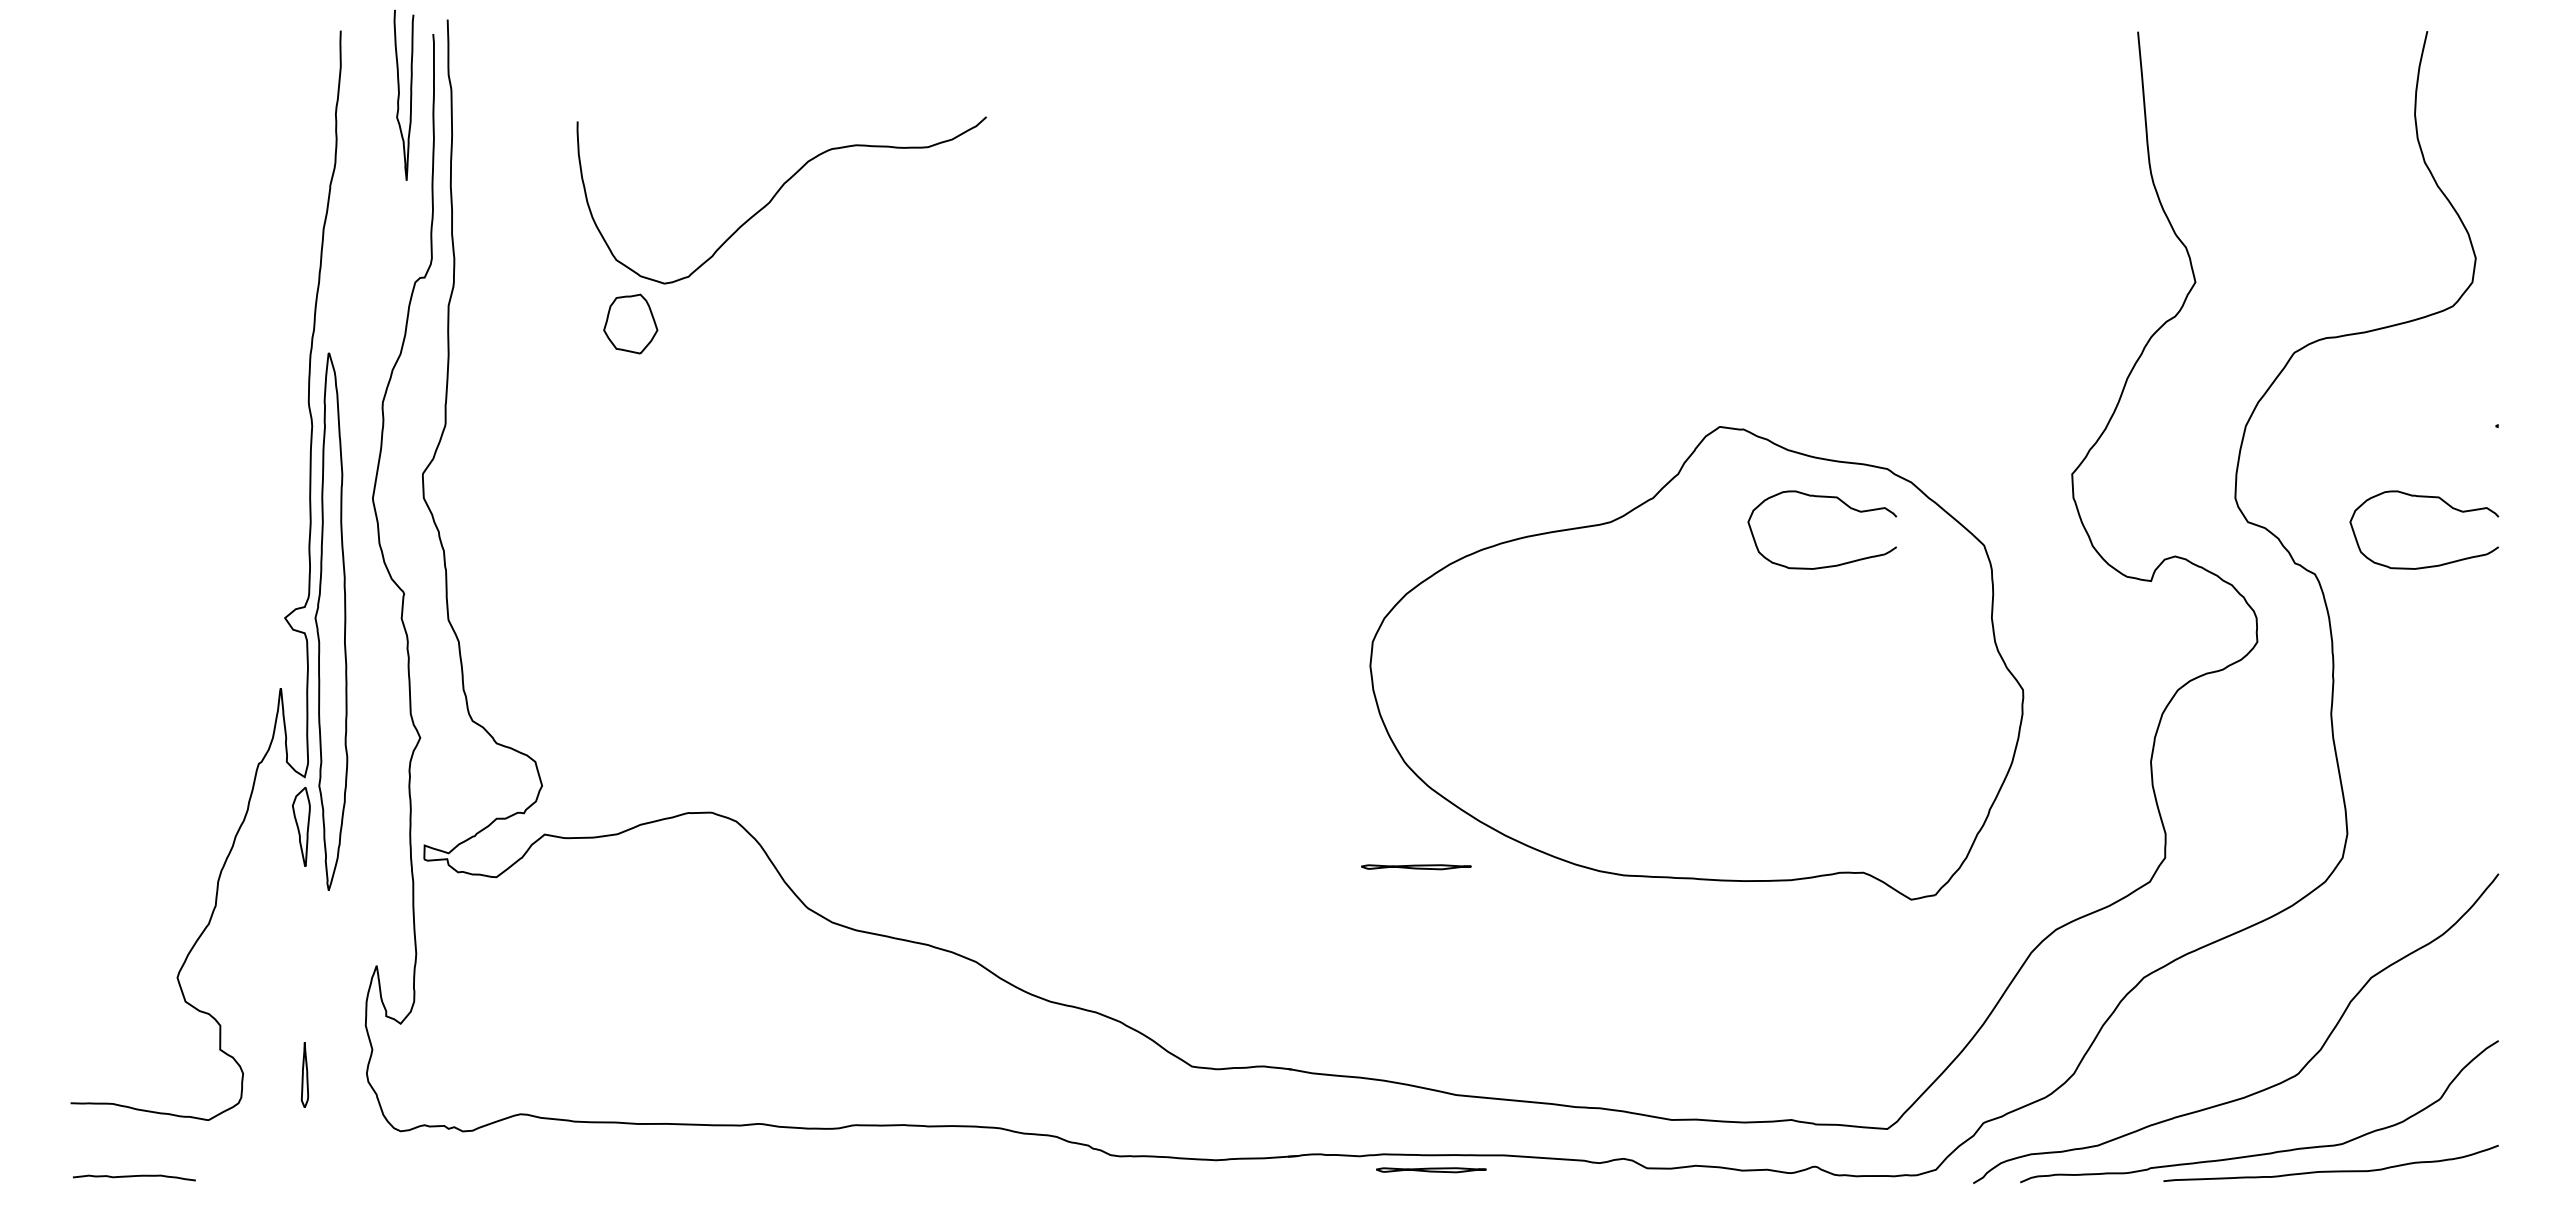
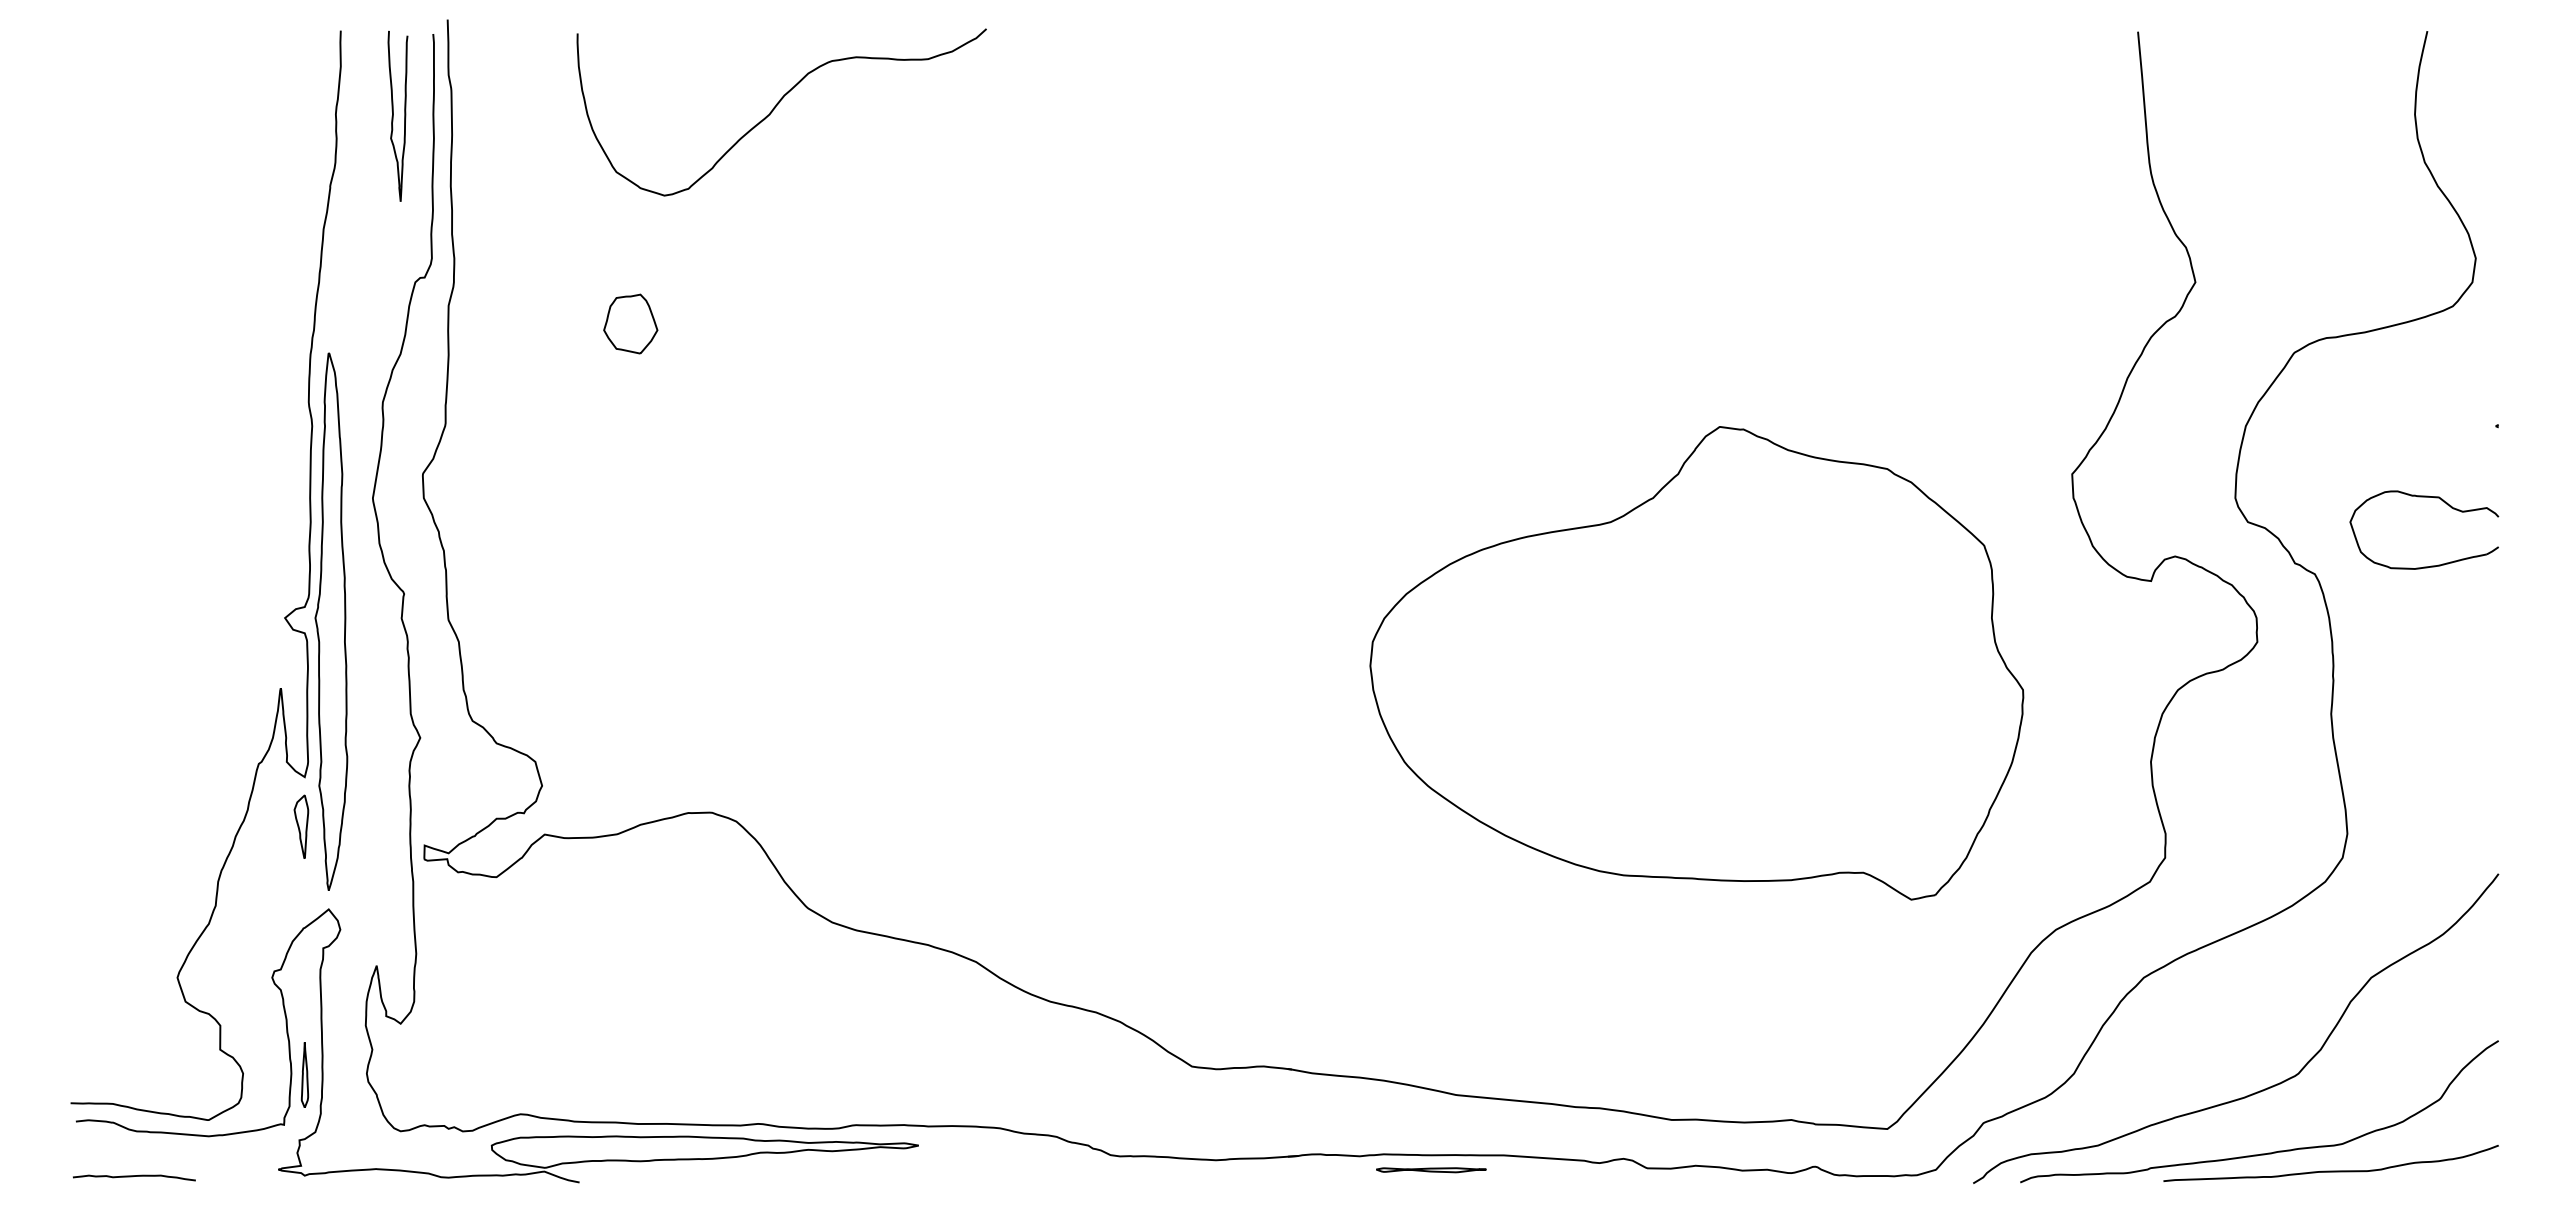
curve at (399, 94) position: (399, 94) -> (393, 115)
curve at (775, 196) position: (775, 196) -> (775, 108)
part at (1822, 497): present -> none
part at (301, 826) size: 19x80 px -> 17x65 px
part at (1416, 867): present -> none
part at (514, 1137): none -> present
